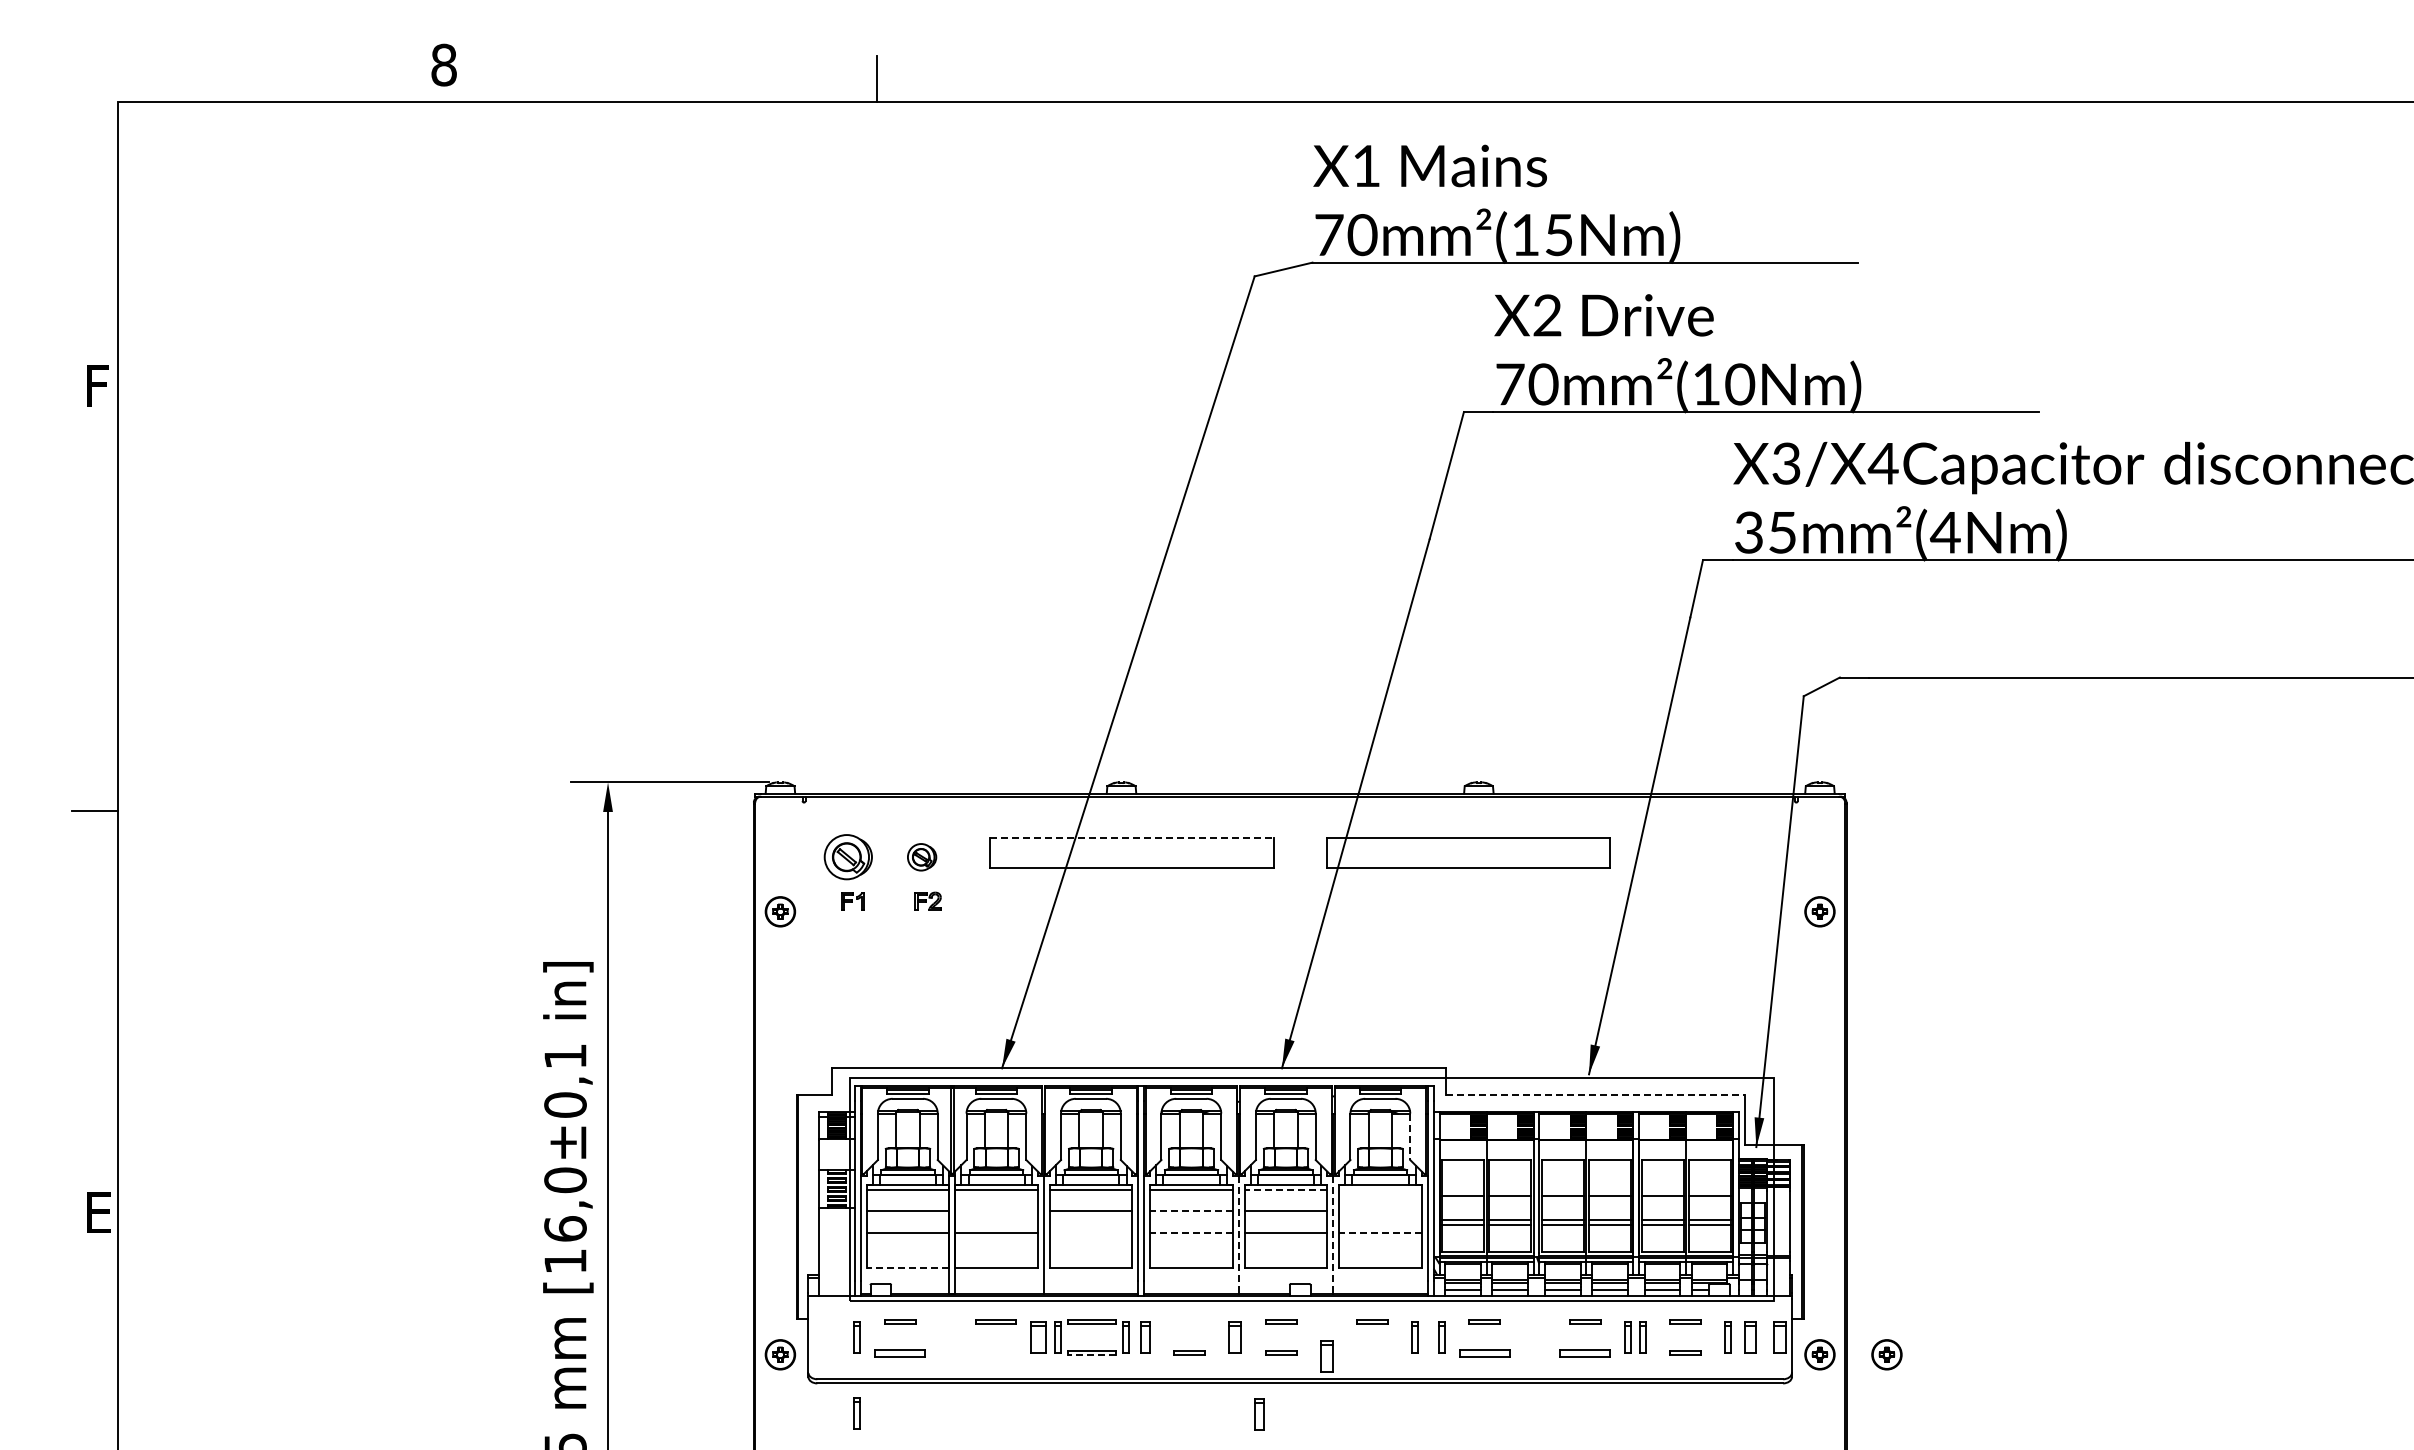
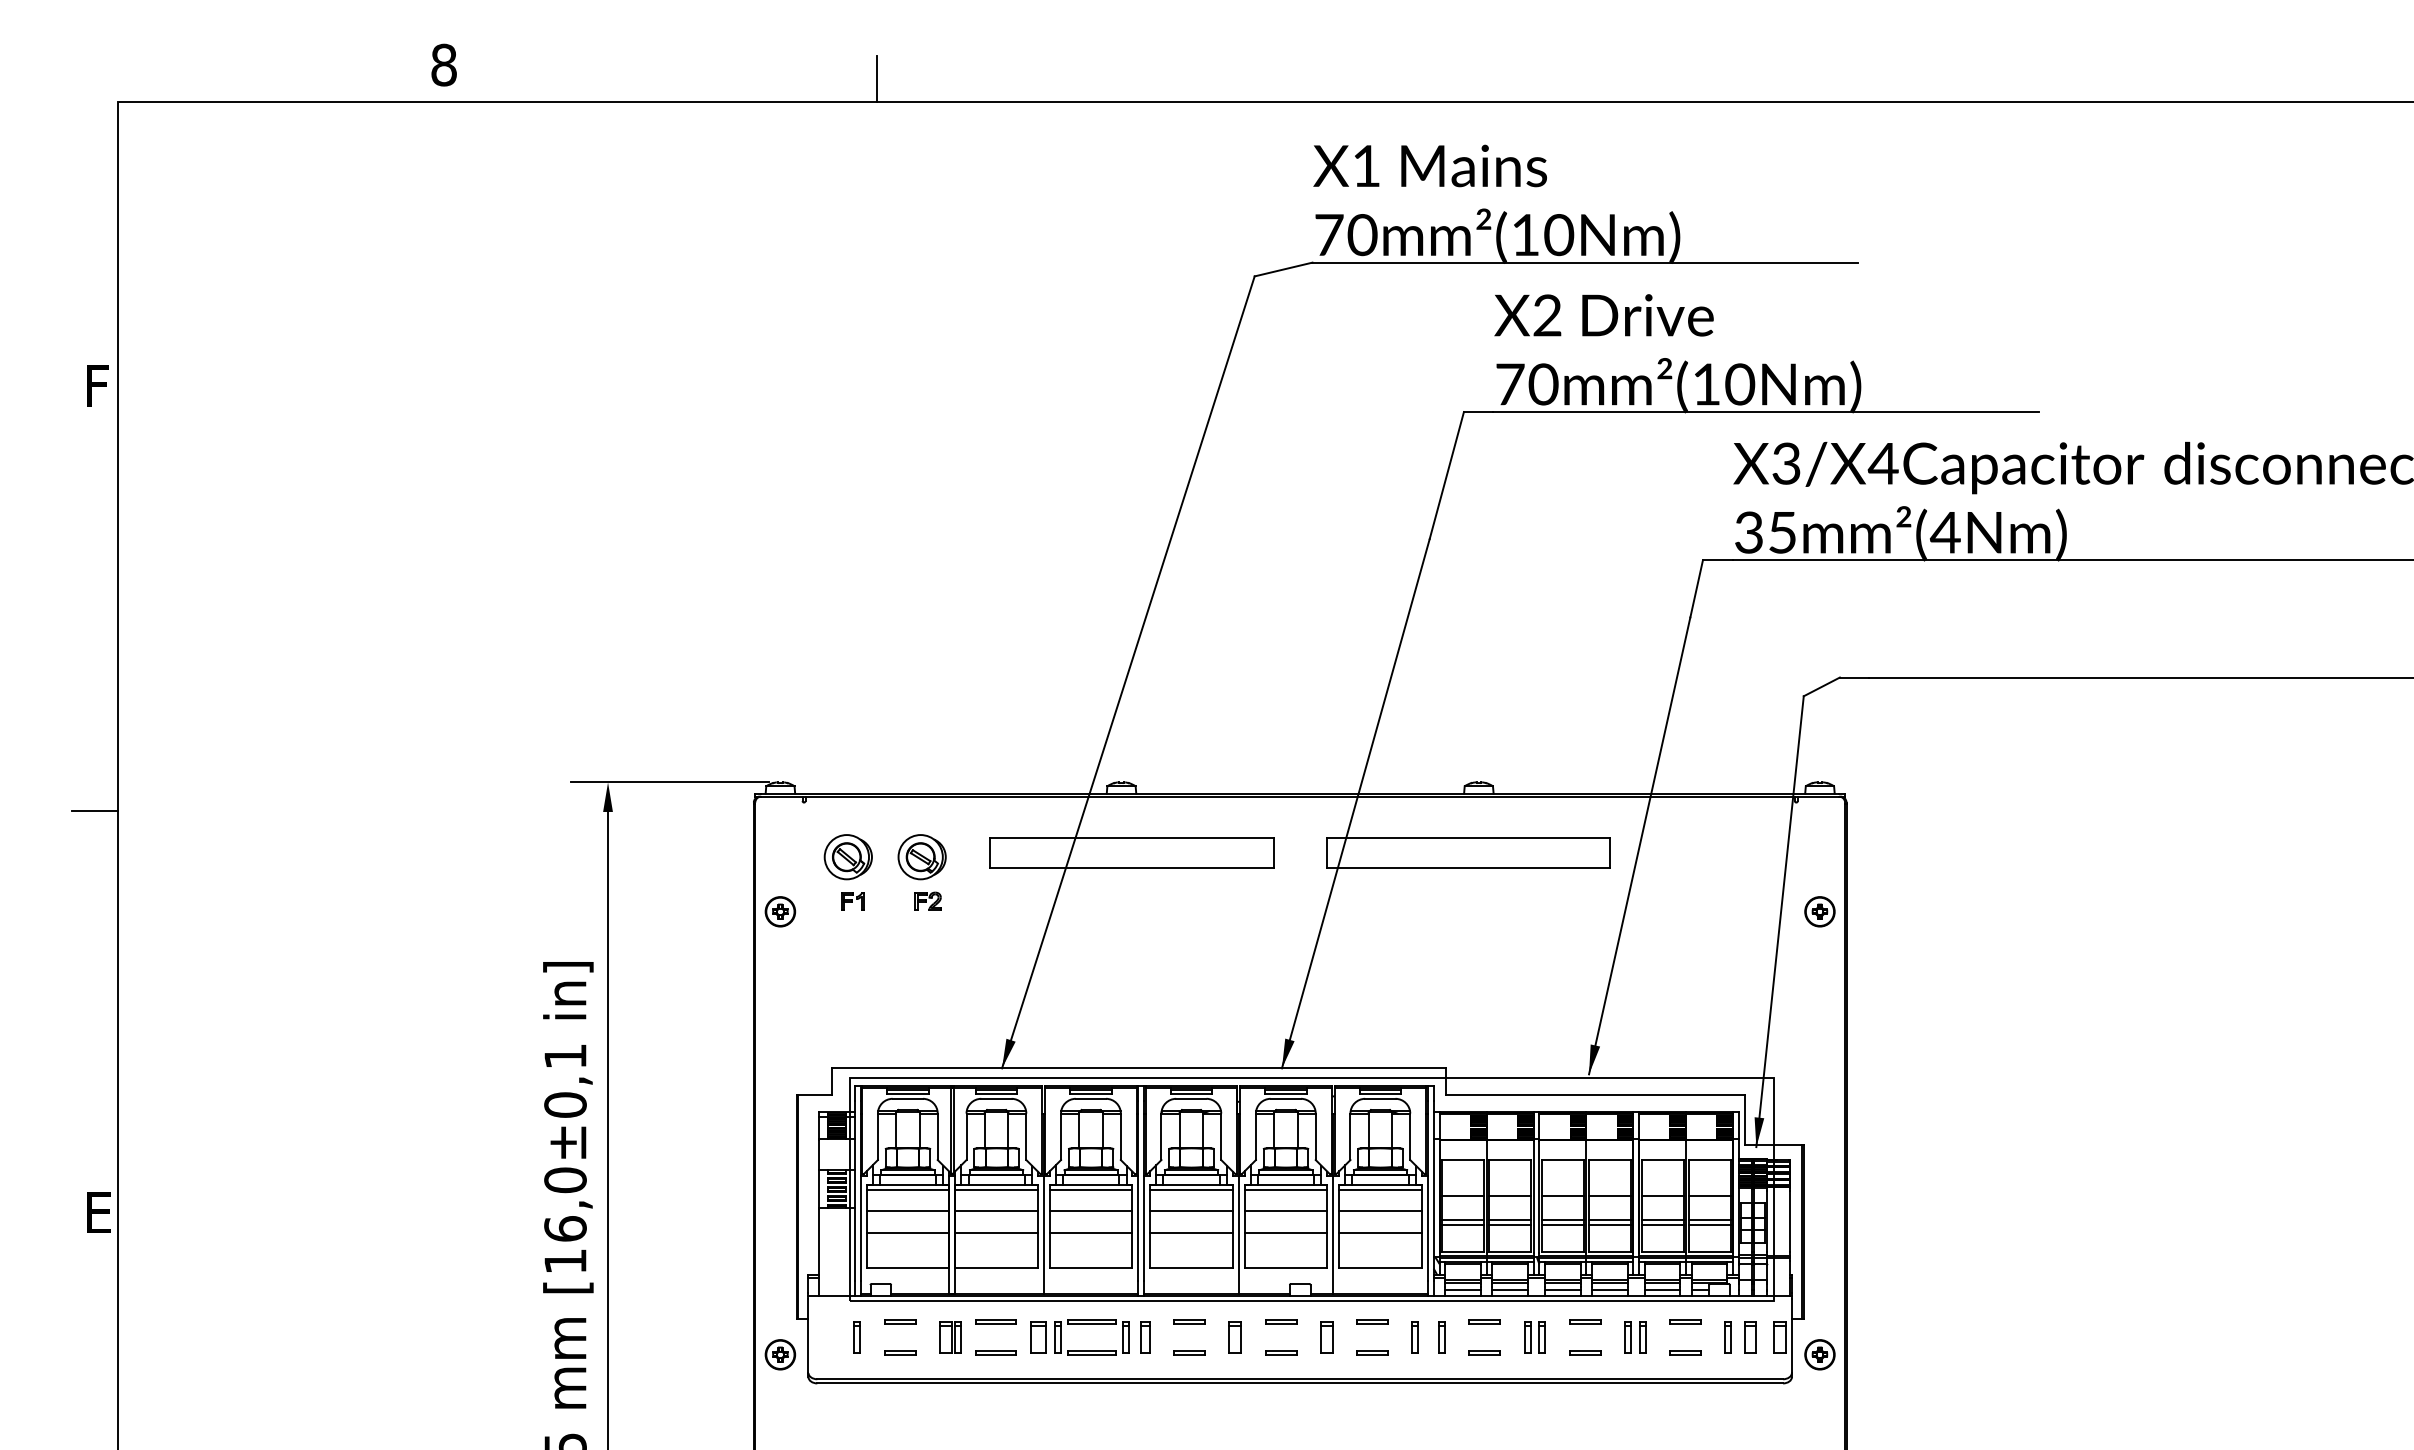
text at (1559, 235): 70mm²(15Nm) -> 70mm²(10Nm)
line at (1131, 837): dashed -> solid
part at (922, 857) size: 31x29 px -> 50x47 px
line at (1596, 1094): dashed -> solid
line at (1410, 1137): dashed -> solid
line at (1285, 1190): dashed -> solid
line at (1380, 1190): none -> present
line at (996, 1210): none -> present
line at (1191, 1210): dashed -> solid
line at (1380, 1210): none -> present
line at (1090, 1232): none -> present
line at (1191, 1232): dashed -> solid
line at (1380, 1232): dashed -> solid
line at (1238, 1235): dashed -> solid
line at (1333, 1235): dashed -> solid
line at (907, 1267): dashed -> solid
part at (1189, 1321): none -> present
part at (950, 1337): none -> present
part at (1534, 1337): none -> present
part at (995, 1352): none -> present
part at (1372, 1352): none -> present
part at (899, 1353) size: 52x9 px -> 33x6 px
part at (1484, 1353) size: 52x9 px -> 33x6 px
part at (1584, 1353) size: 52x9 px -> 33x6 px
part at (1886, 1354): present -> none
line at (1091, 1355): dashed -> solid
part at (1326, 1356) position: (1326, 1356) -> (1326, 1337)
part at (856, 1413): present -> none
part at (1259, 1414): present -> none
